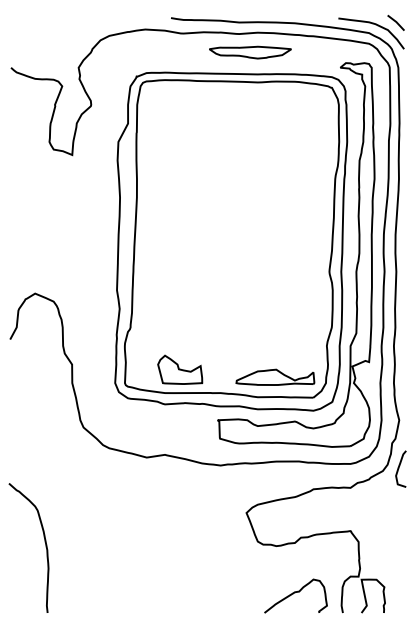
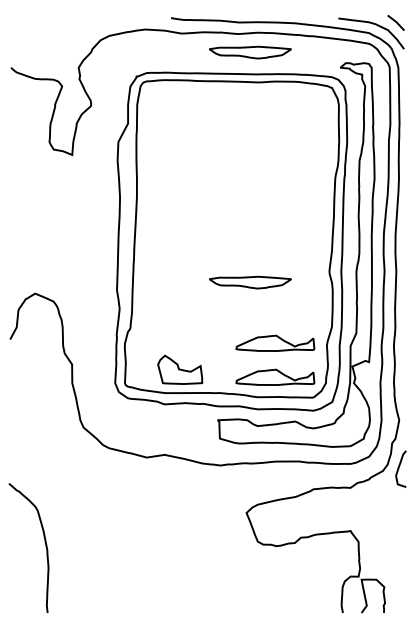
part at (250, 282): none -> present
part at (275, 342): none -> present
curve at (295, 593): present -> none
